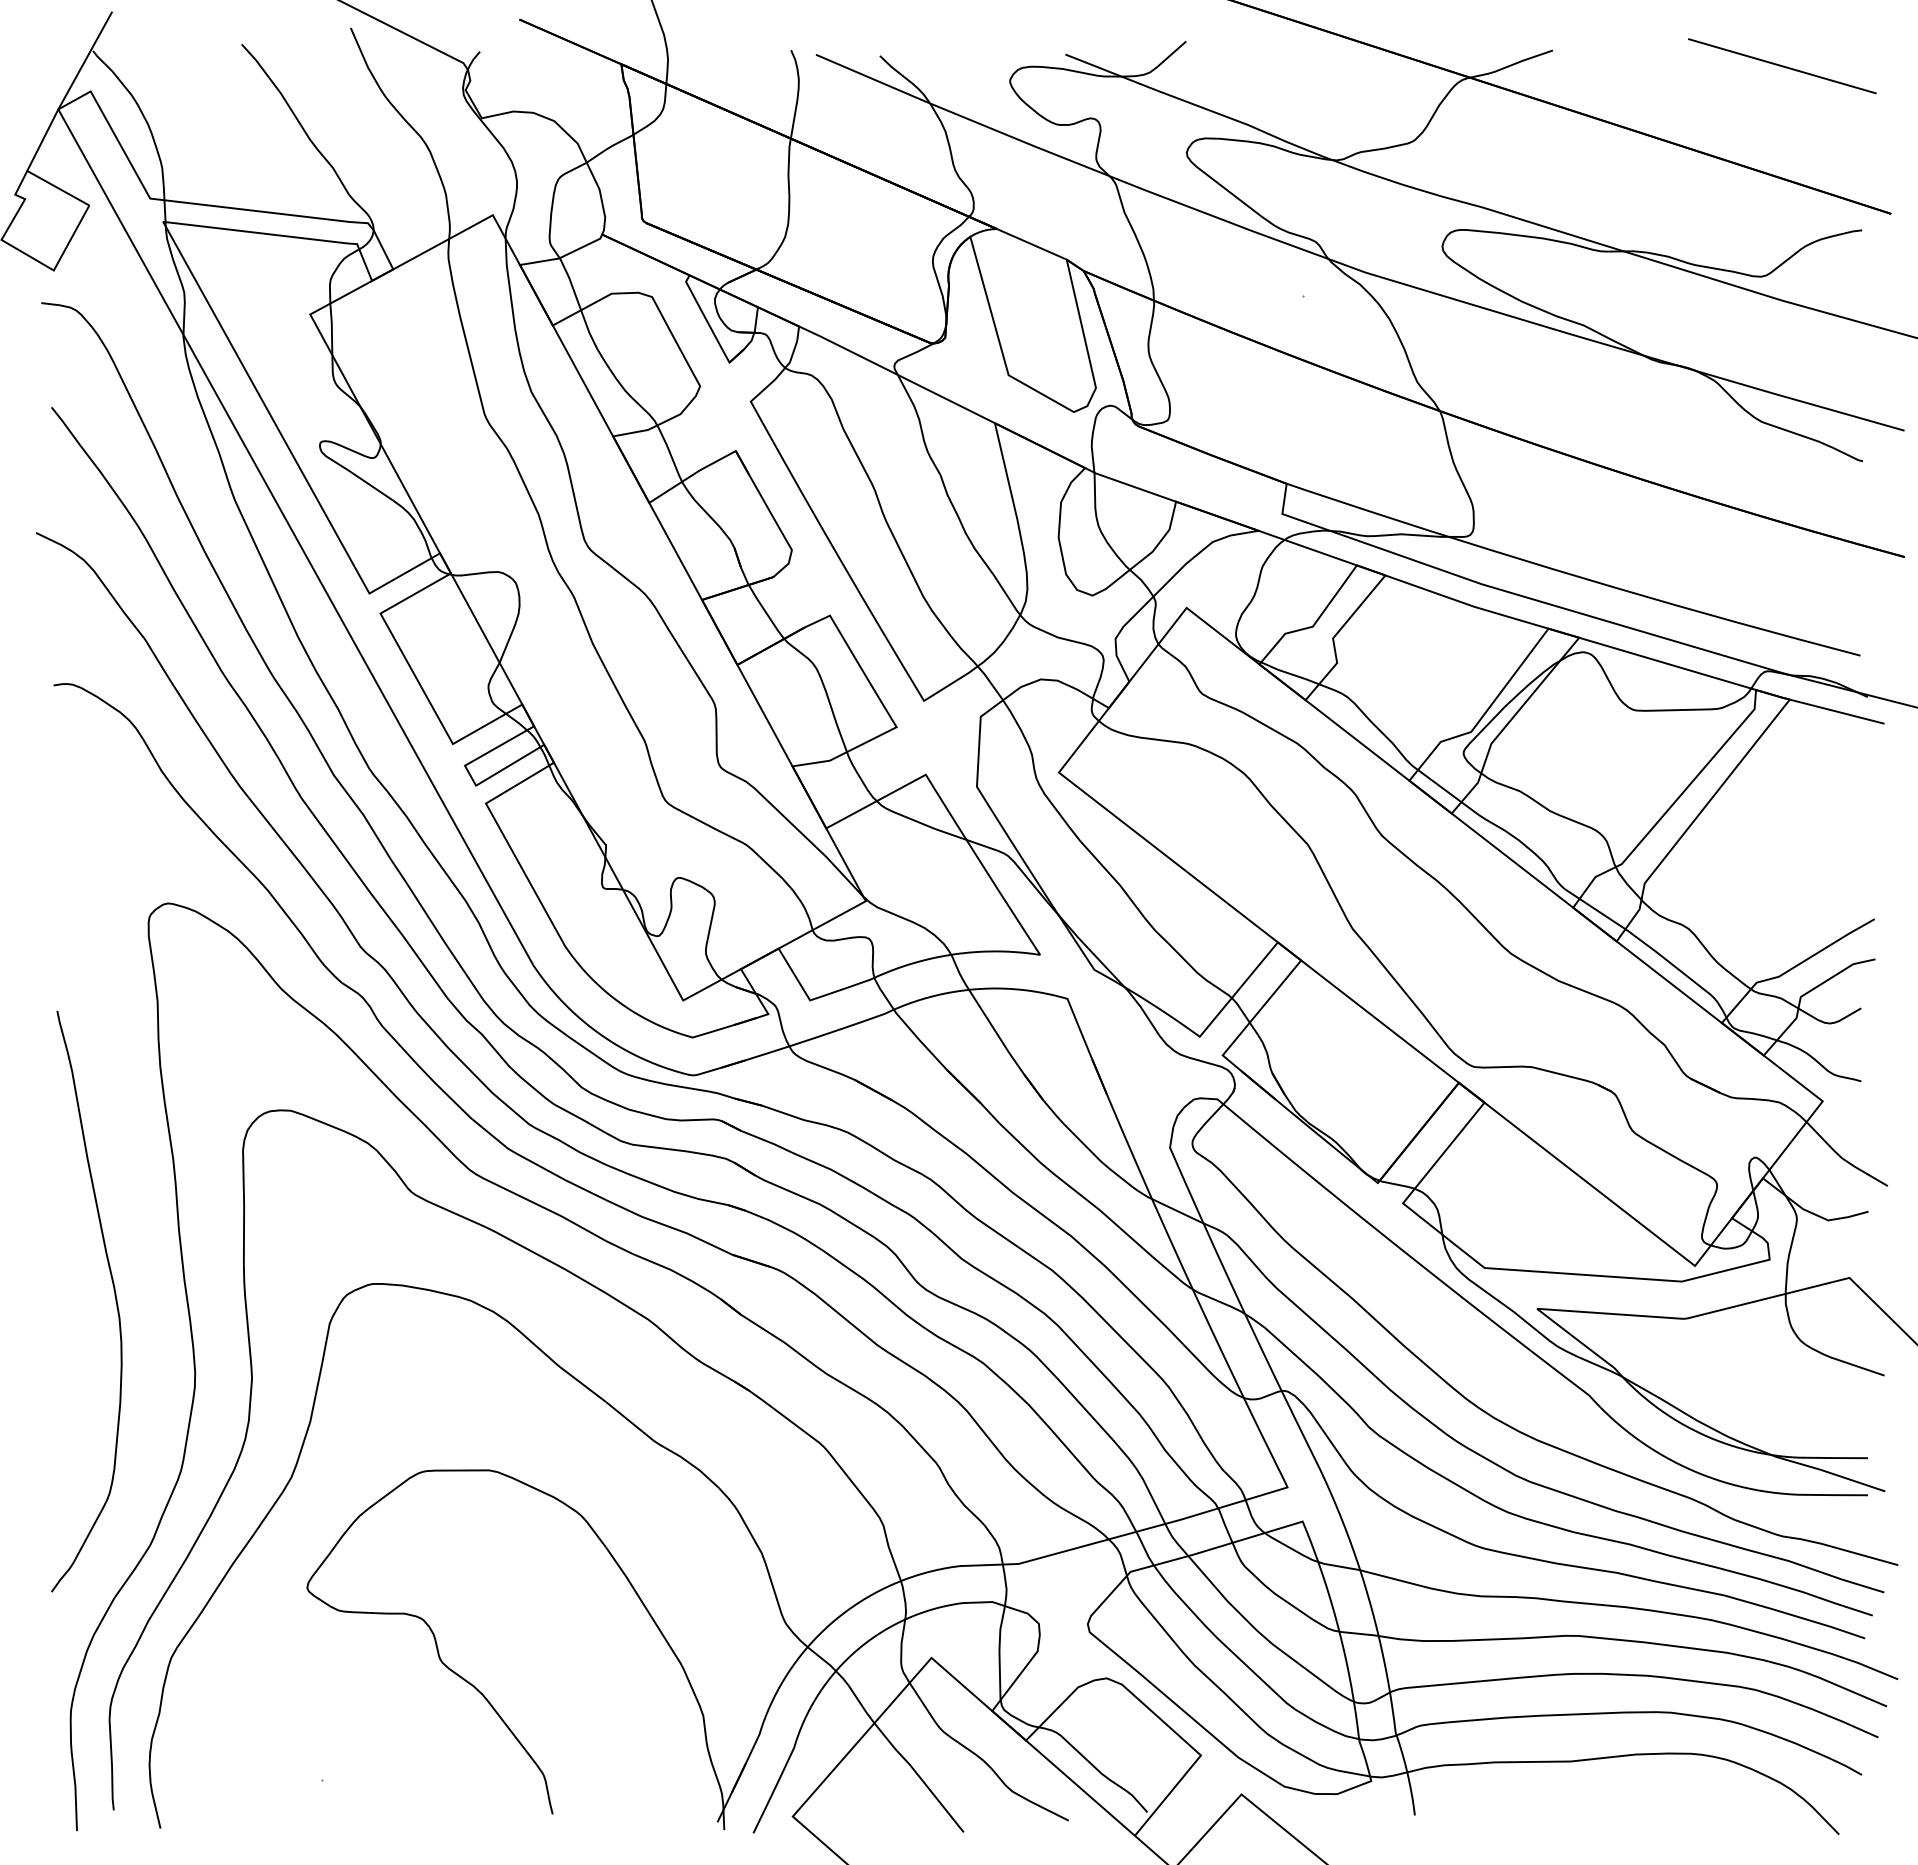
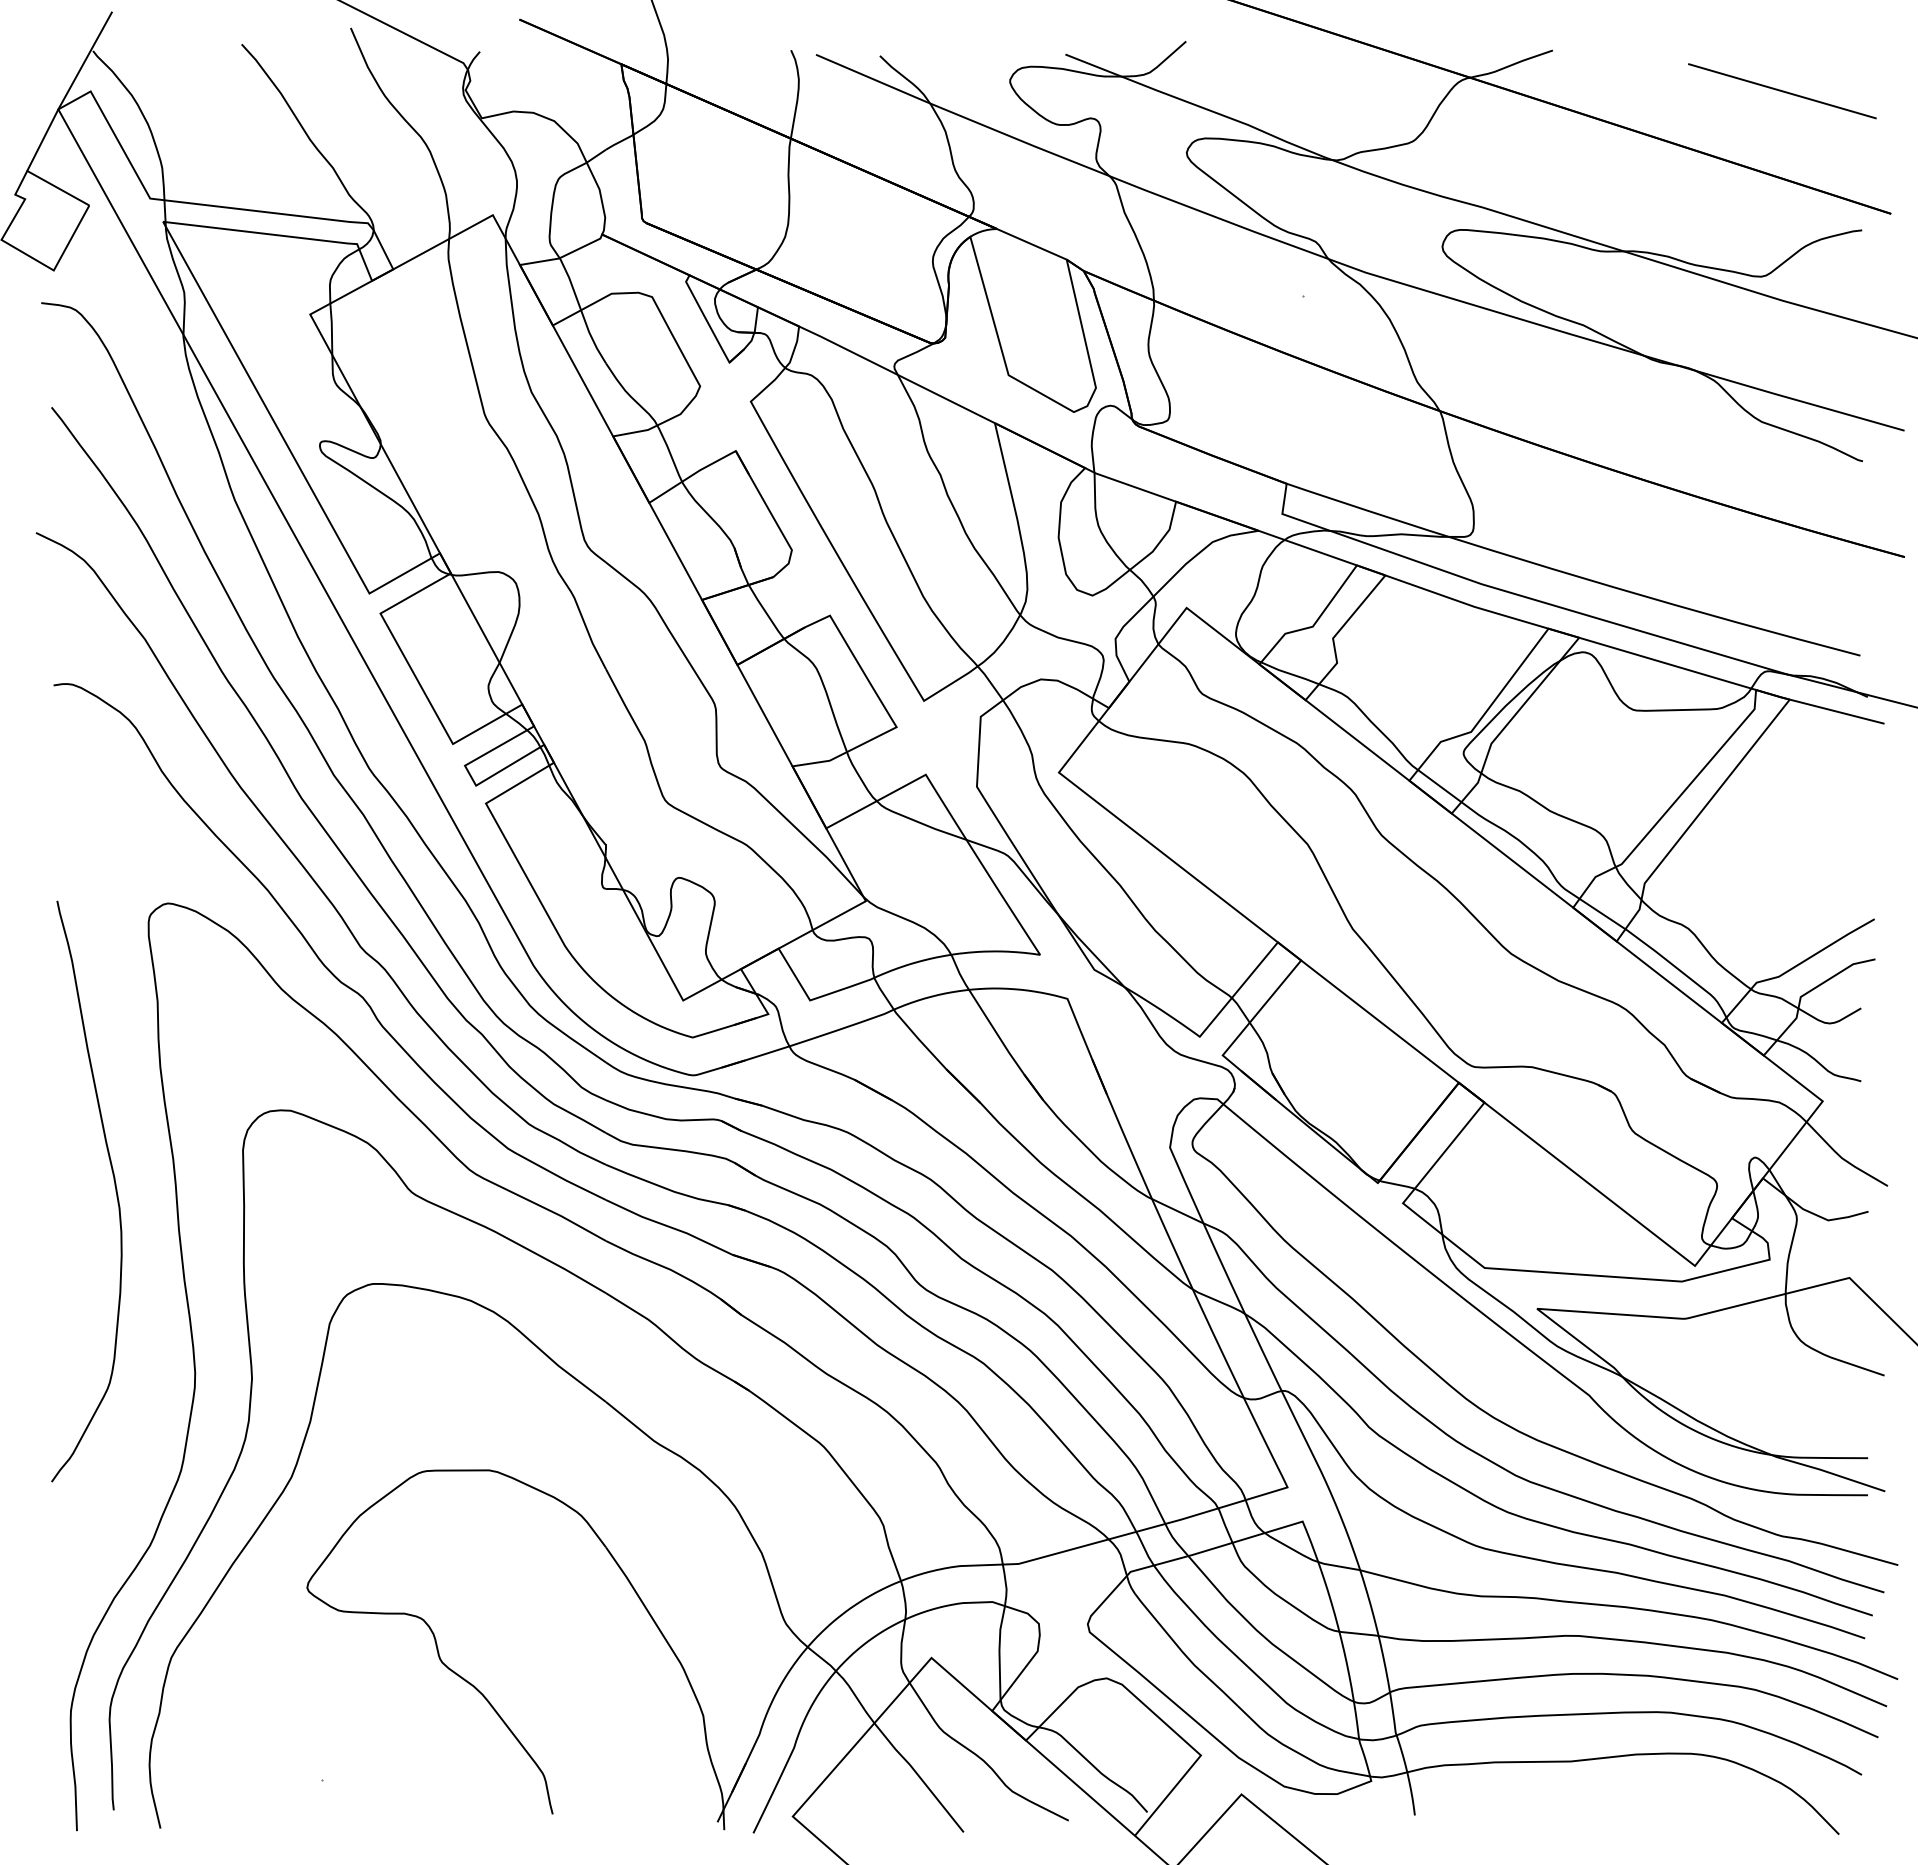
line at (1782, 66) position: (1782, 66) -> (1782, 91)
curve at (114, 1296) position: (114, 1296) -> (114, 1186)
